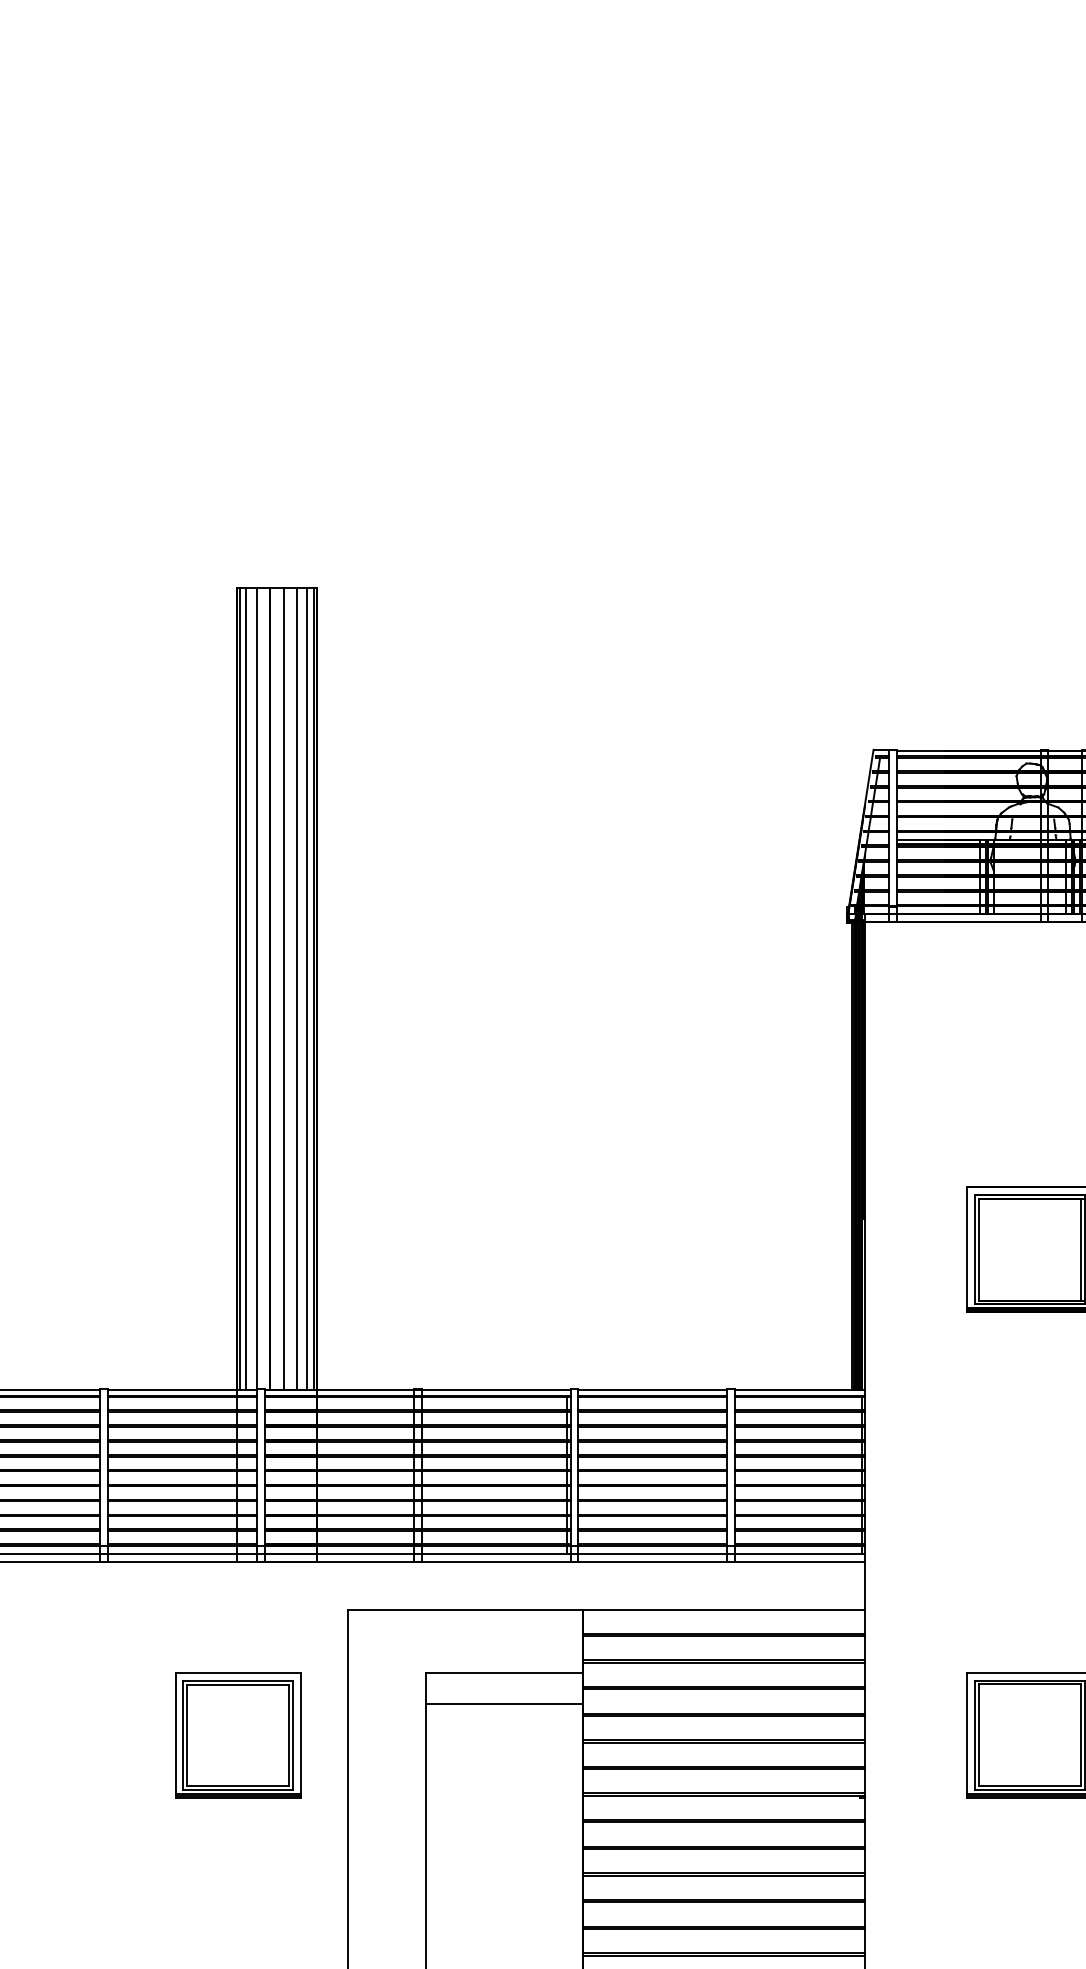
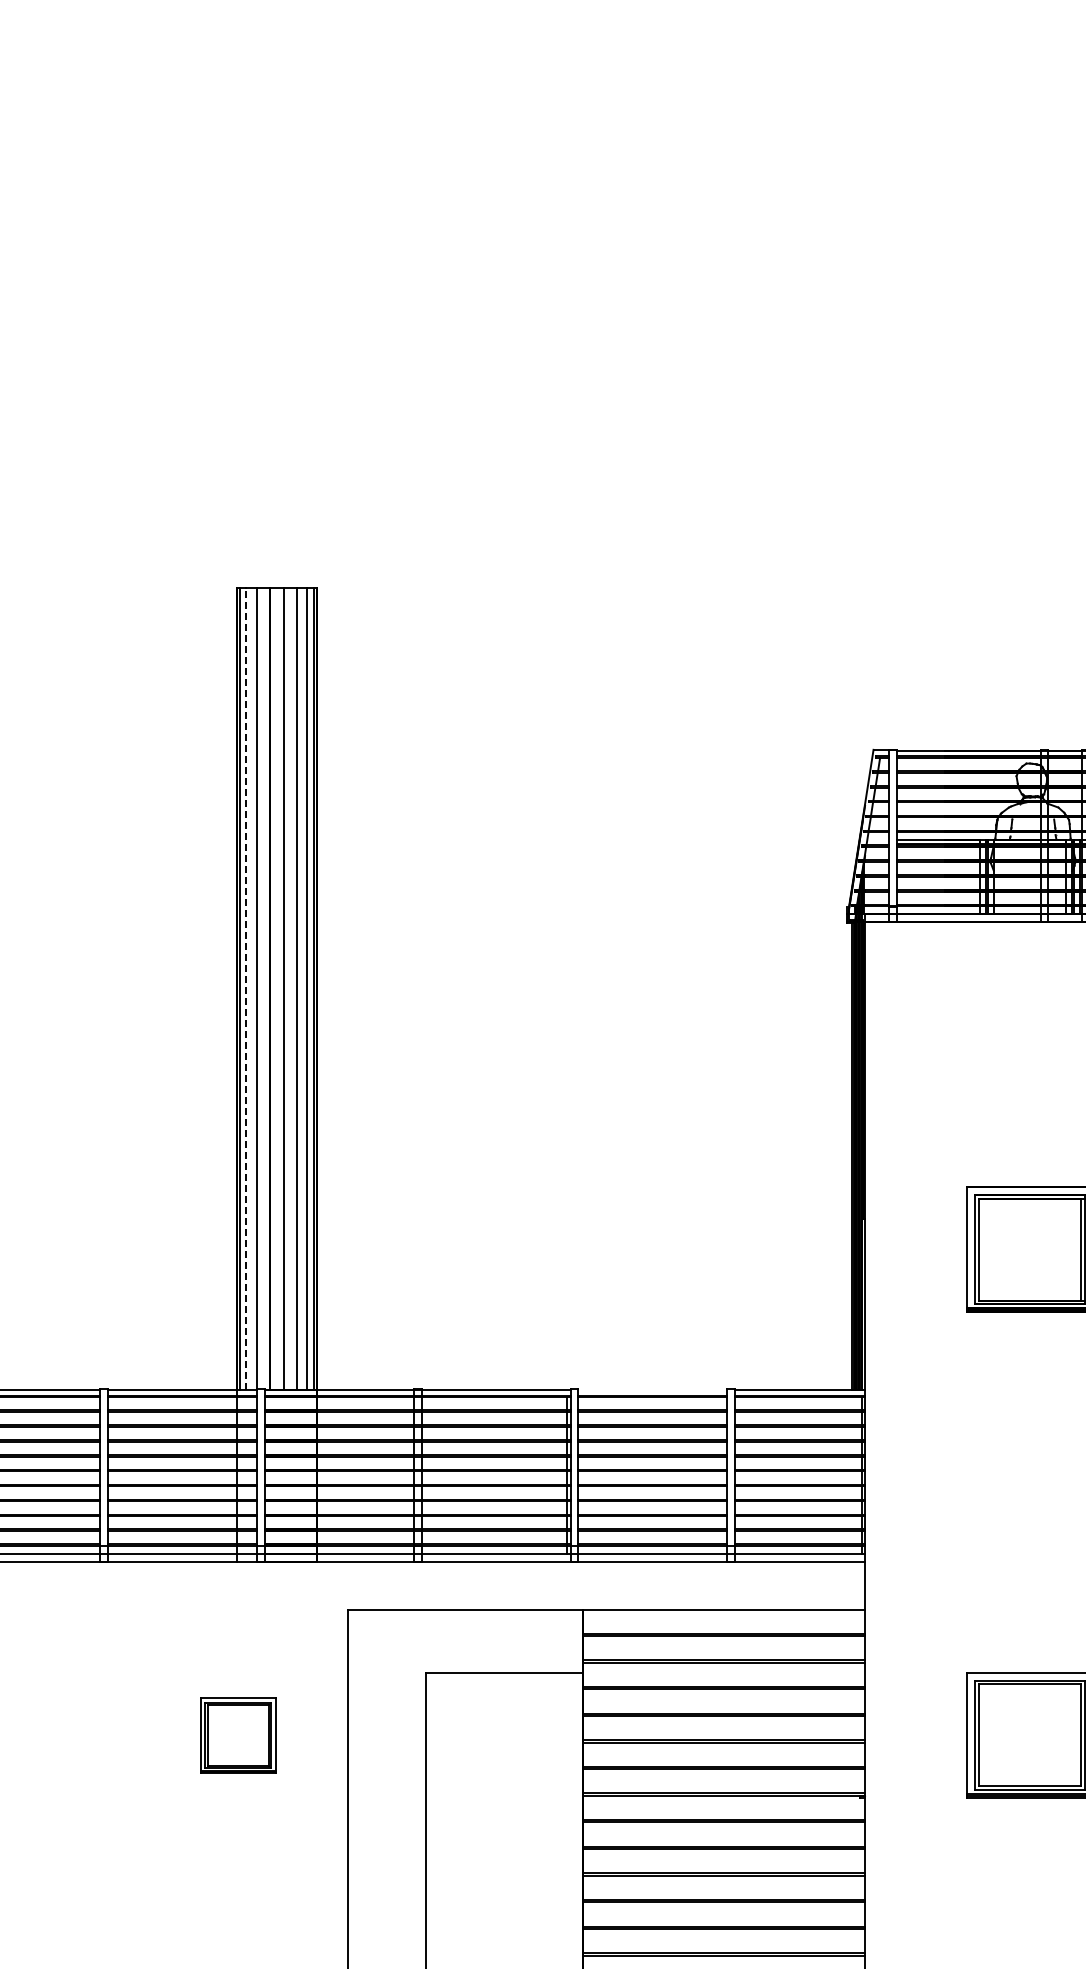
line at (246, 988): solid -> dashed
line at (652, 1389): present -> none
line at (504, 1704): present -> none
part at (238, 1735) size: 127x127 px -> 77x77 px
